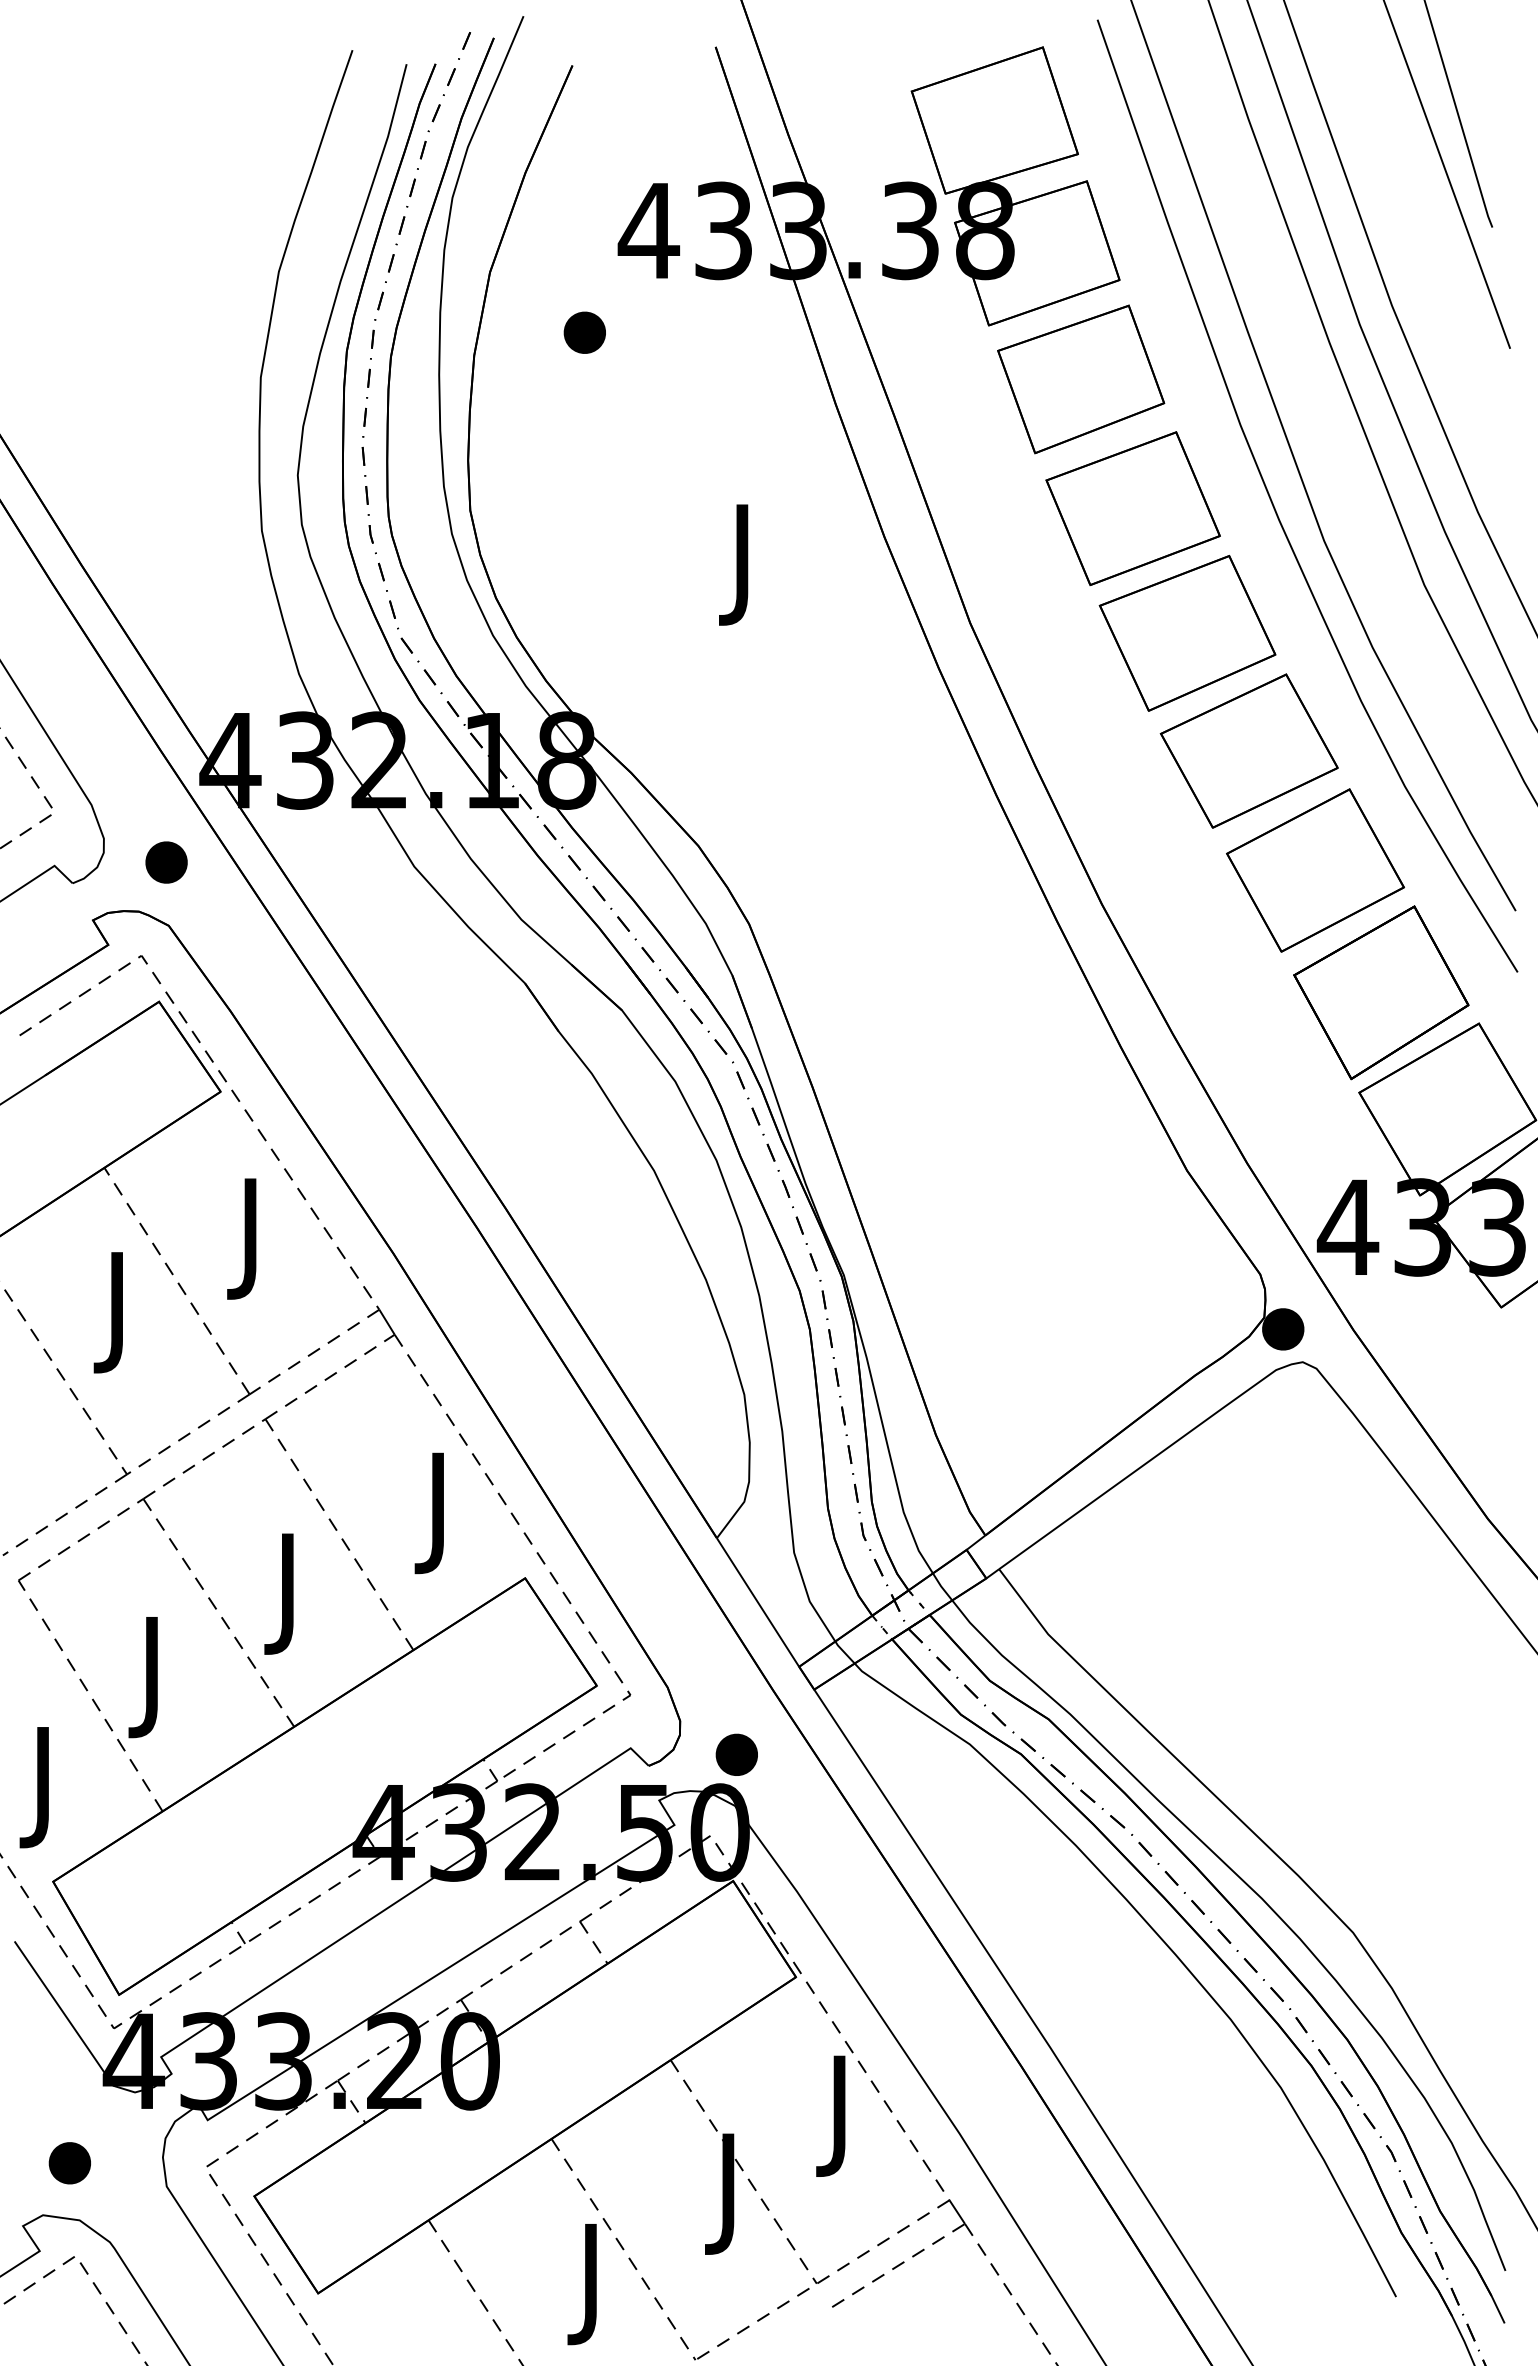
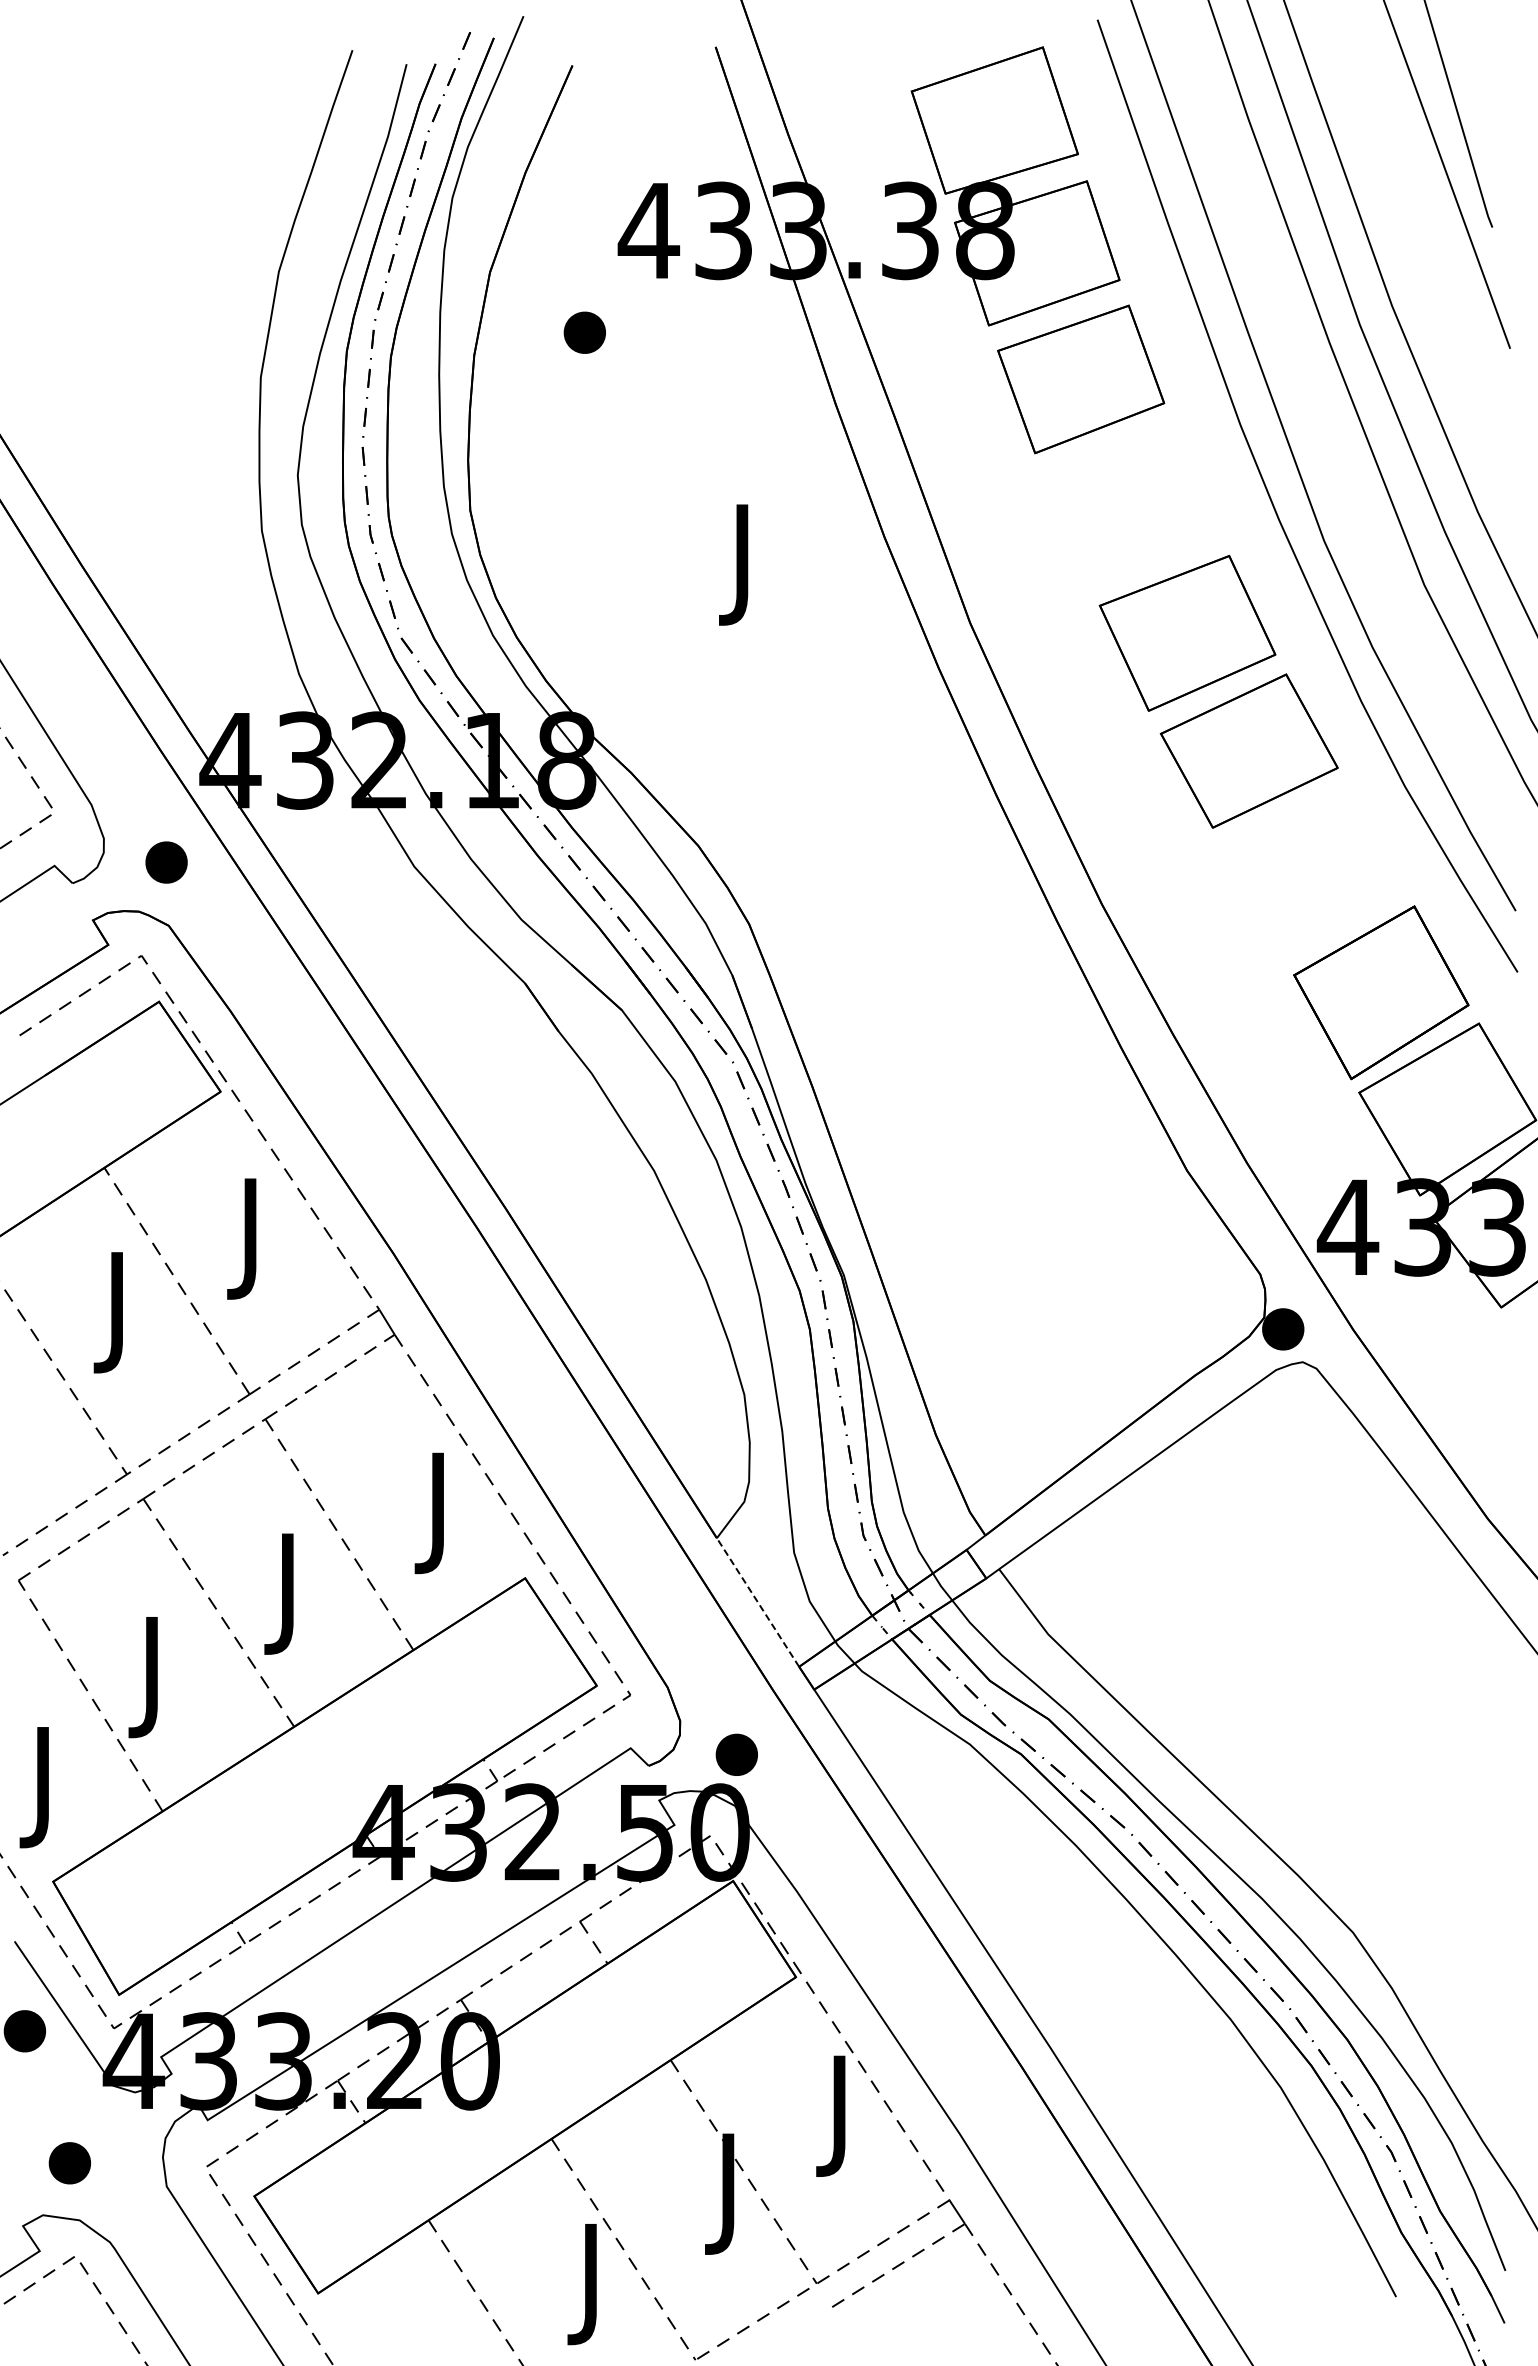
part at (1132, 508): present -> none
part at (1315, 870): present -> none
line at (757, 1602): solid -> dashed
part at (24, 2031): none -> present
